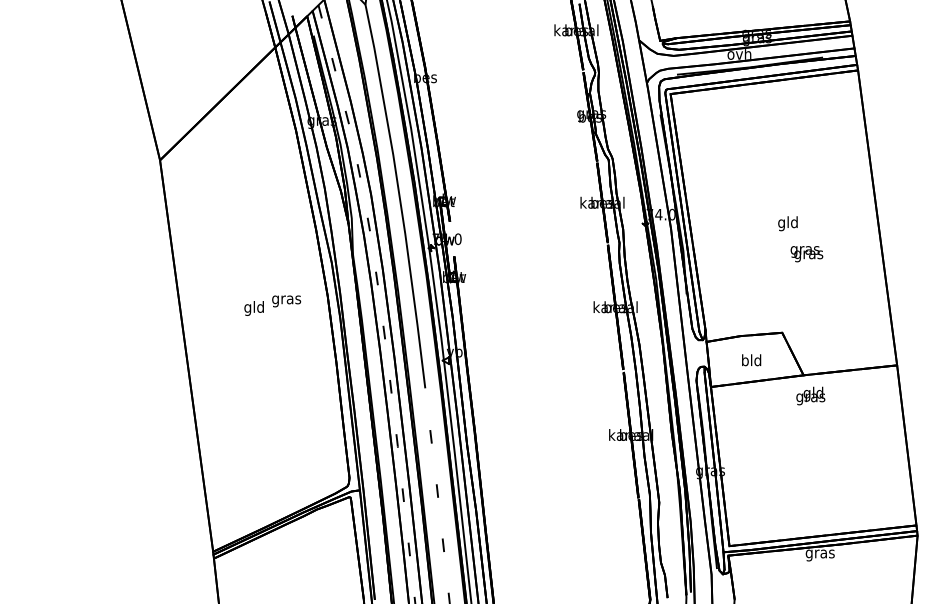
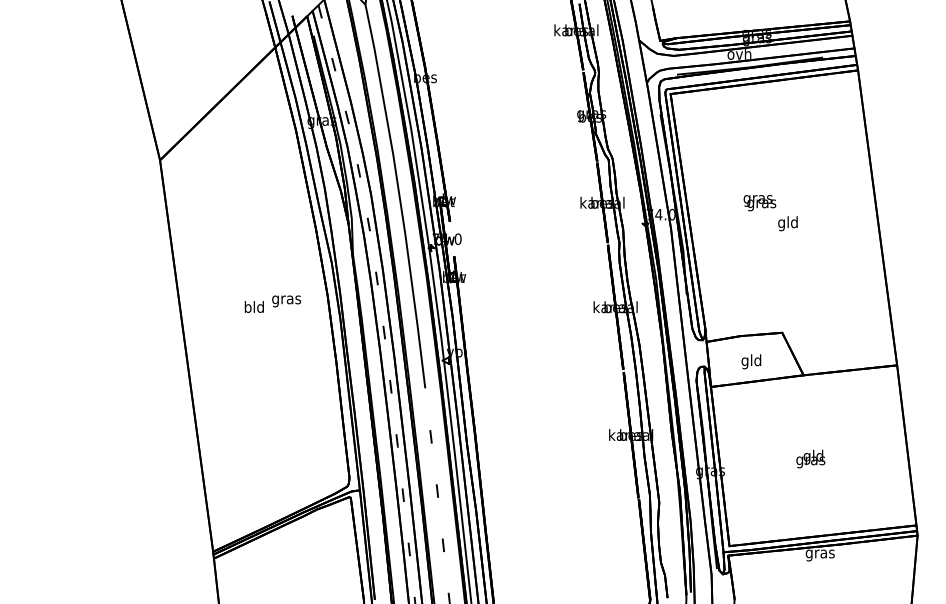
text at (806, 254) position: (806, 254) -> (759, 203)
text at (247, 308): gld -> bld
text at (744, 361): bld -> gld
text at (810, 395) position: (810, 395) -> (810, 458)
